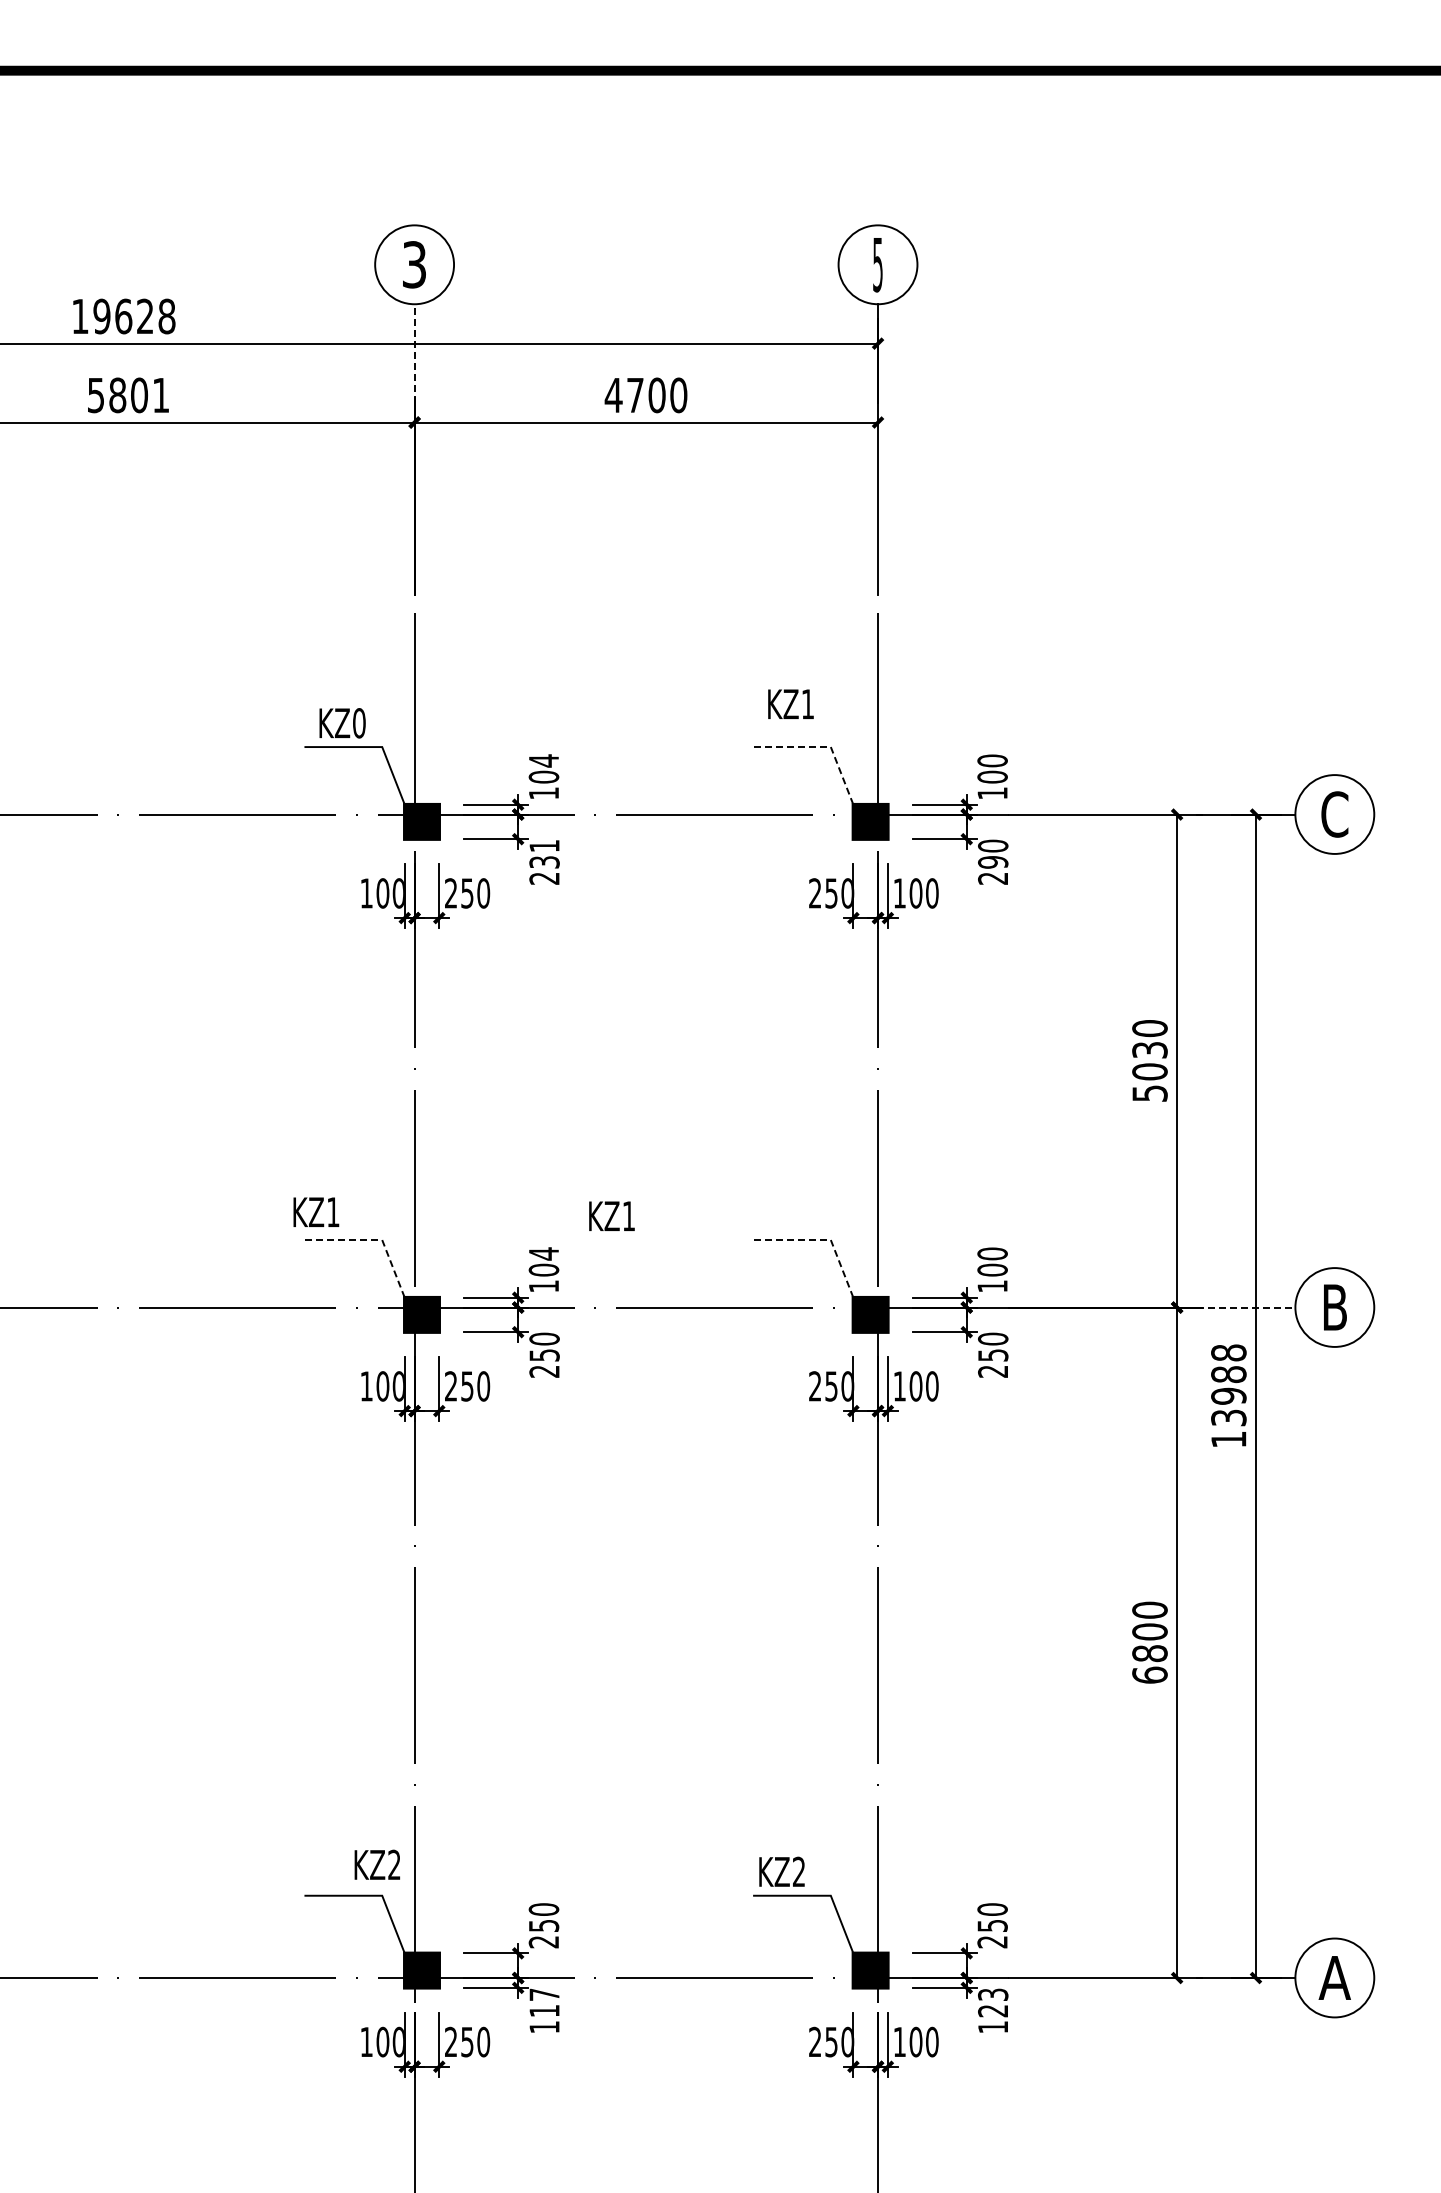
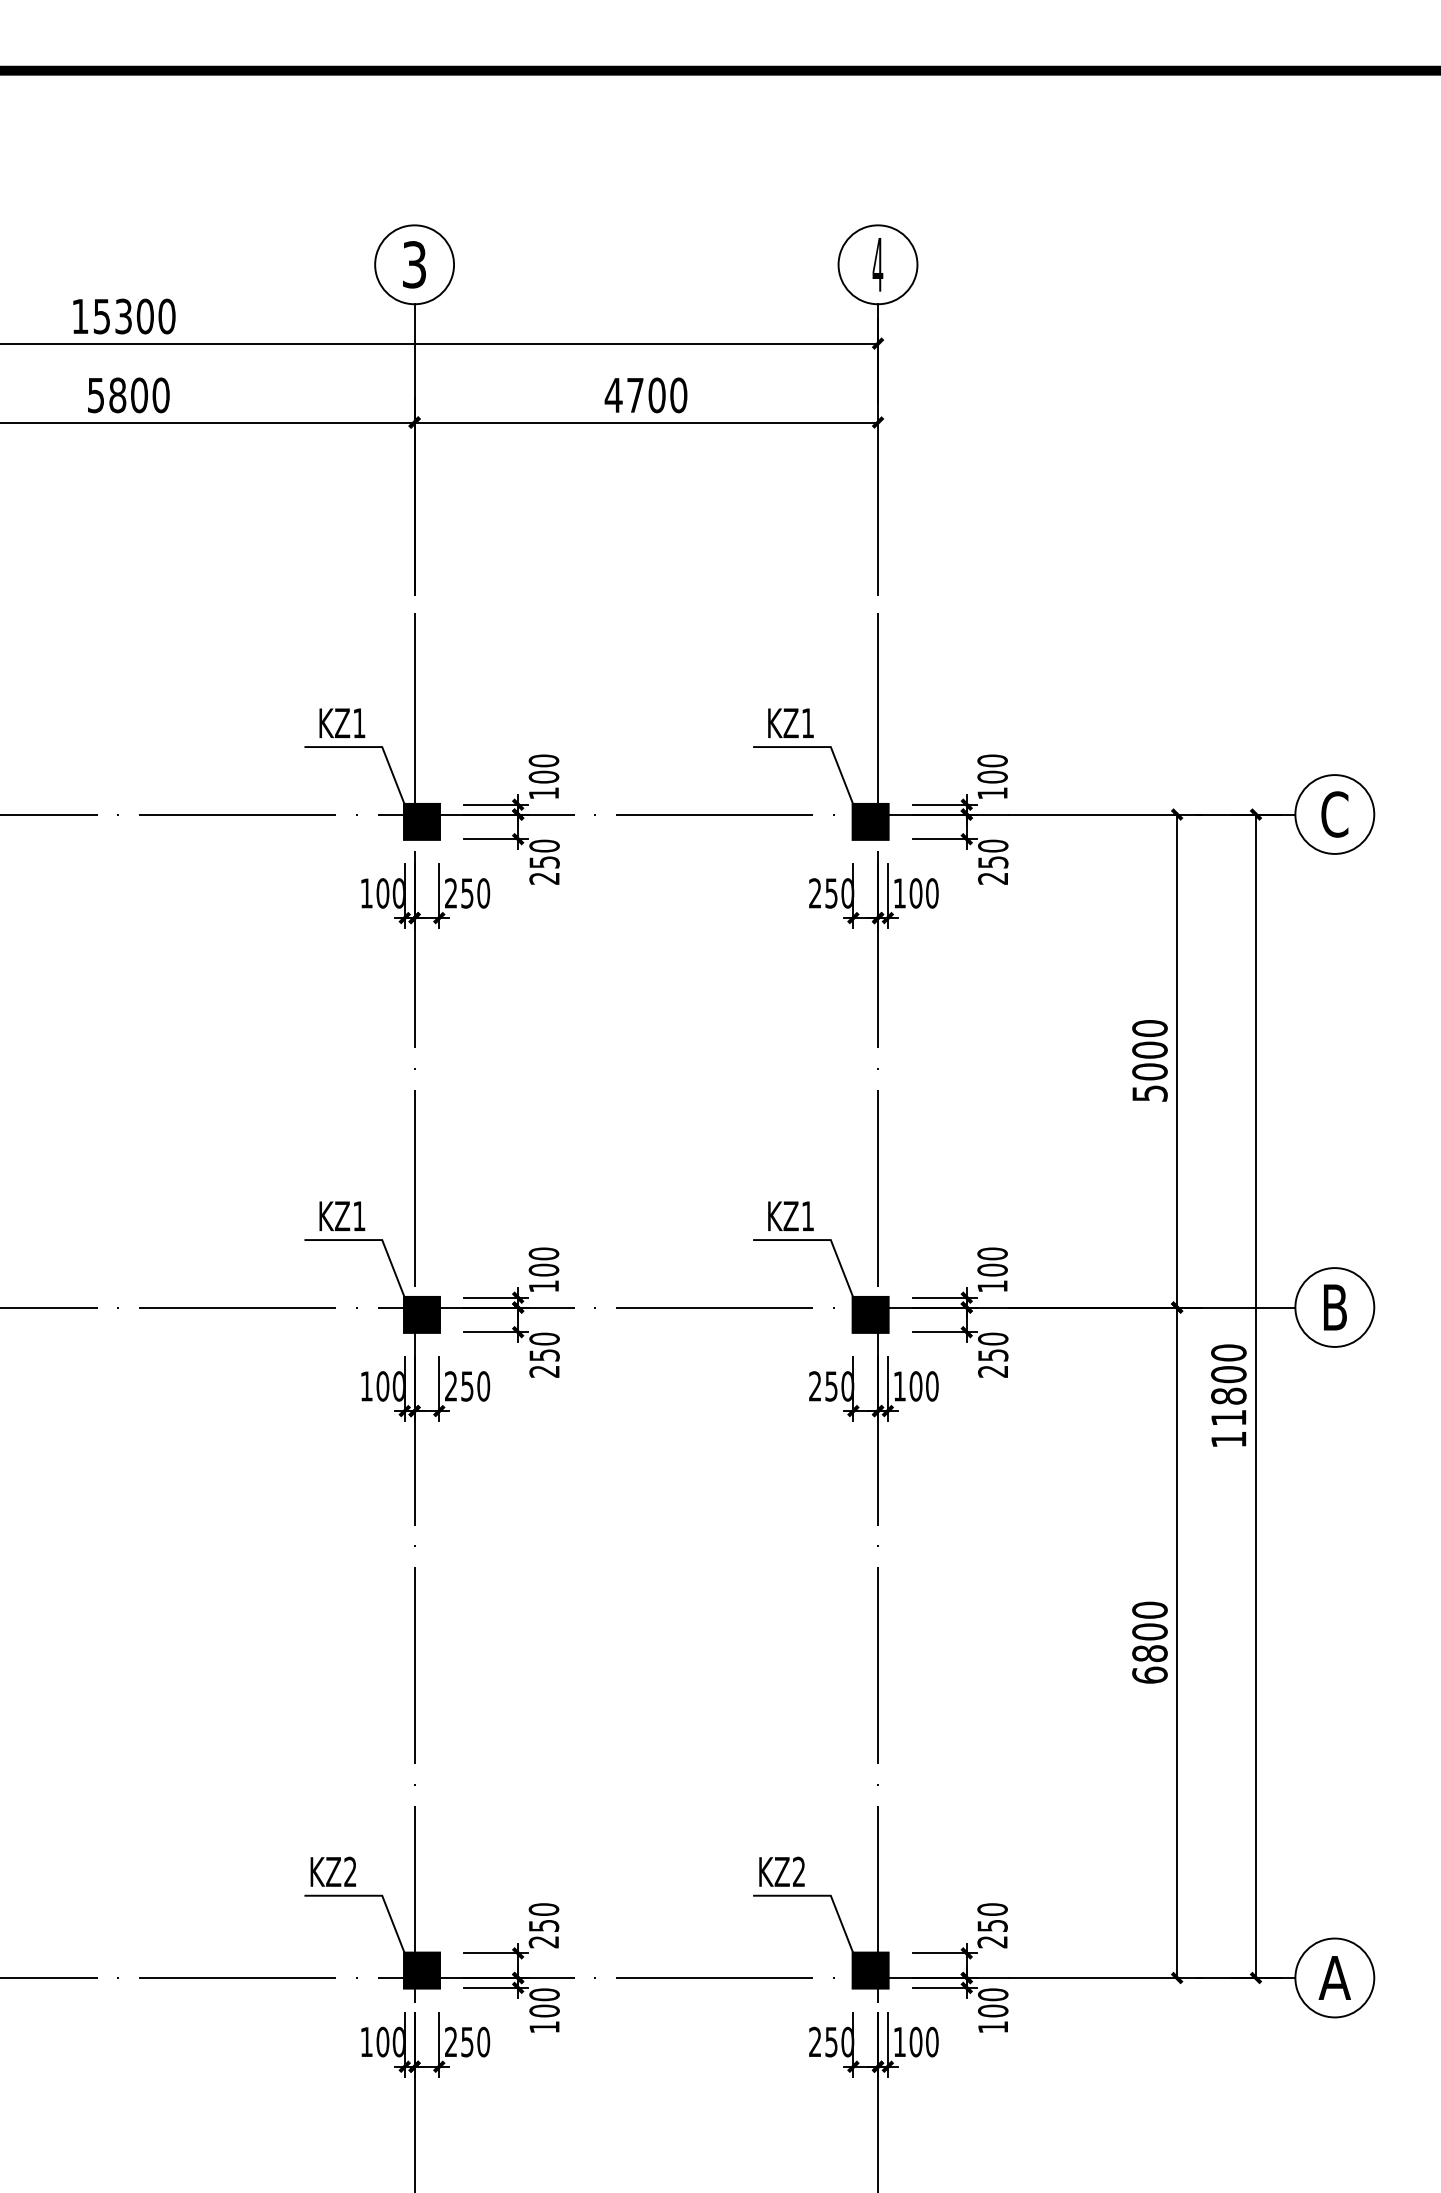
text at (877, 265): 5 -> 4
text at (134, 316): 19628 -> 15300
line at (414, 353): dashed -> solid
text at (160, 395): 5801 -> 5800
text at (790, 703) position: (790, 703) -> (790, 722)
text at (359, 723): KZ0 -> KZ1
line at (822, 747): dashed -> solid
text at (543, 760): 104 -> 100
text at (544, 853): 231 -> 250
text at (992, 862): 290 -> 250
text at (1149, 1049): 5030 -> 5000
text at (316, 1211) position: (316, 1211) -> (342, 1215)
text at (611, 1215) position: (611, 1215) -> (790, 1215)
line at (374, 1240): dashed -> solid
line at (822, 1240): dashed -> solid
text at (543, 1253): 104 -> 100
line at (1246, 1307): dashed -> solid
text at (1228, 1385): 13988 -> 11800
text at (376, 1864) position: (376, 1864) -> (332, 1871)
text at (544, 2002): 117 -> 100
text at (993, 2002): 123 -> 100
